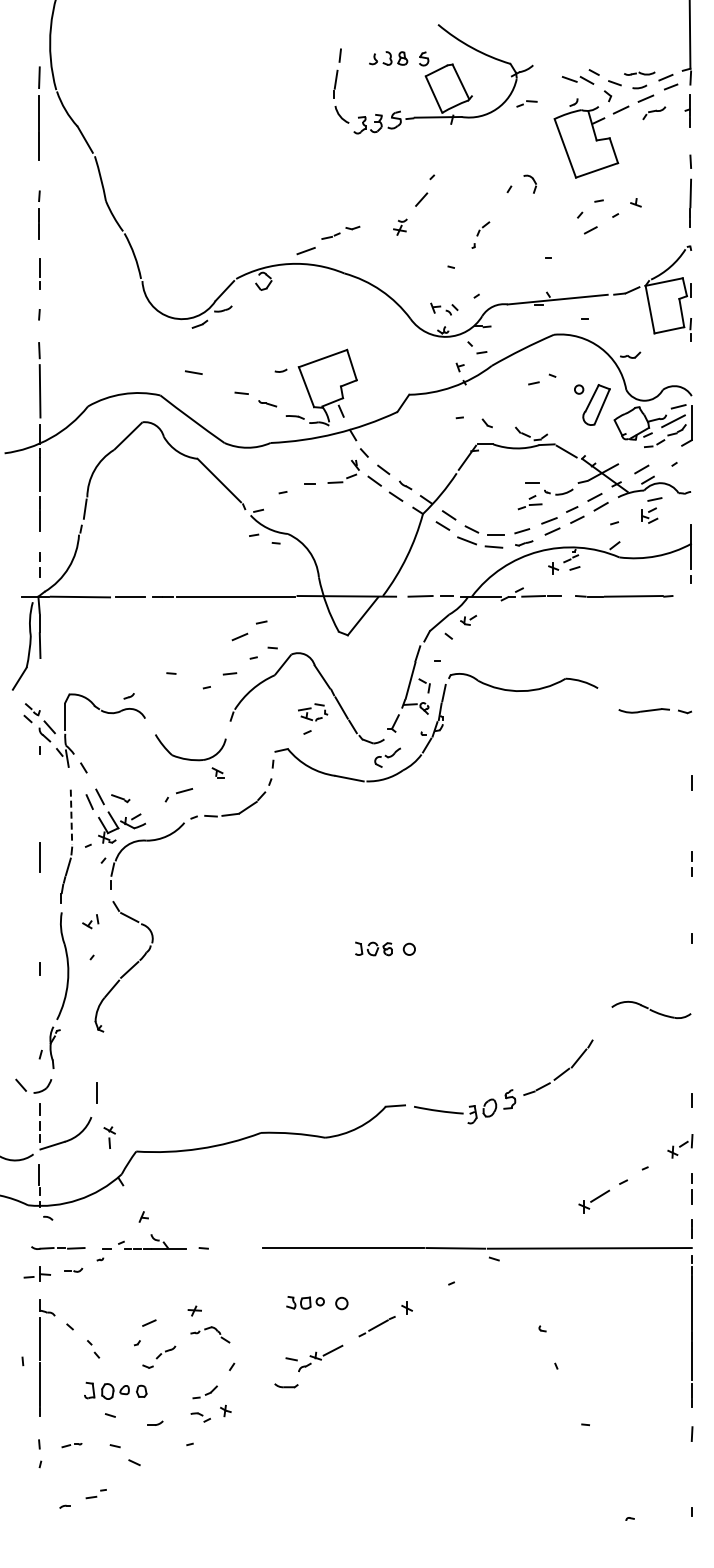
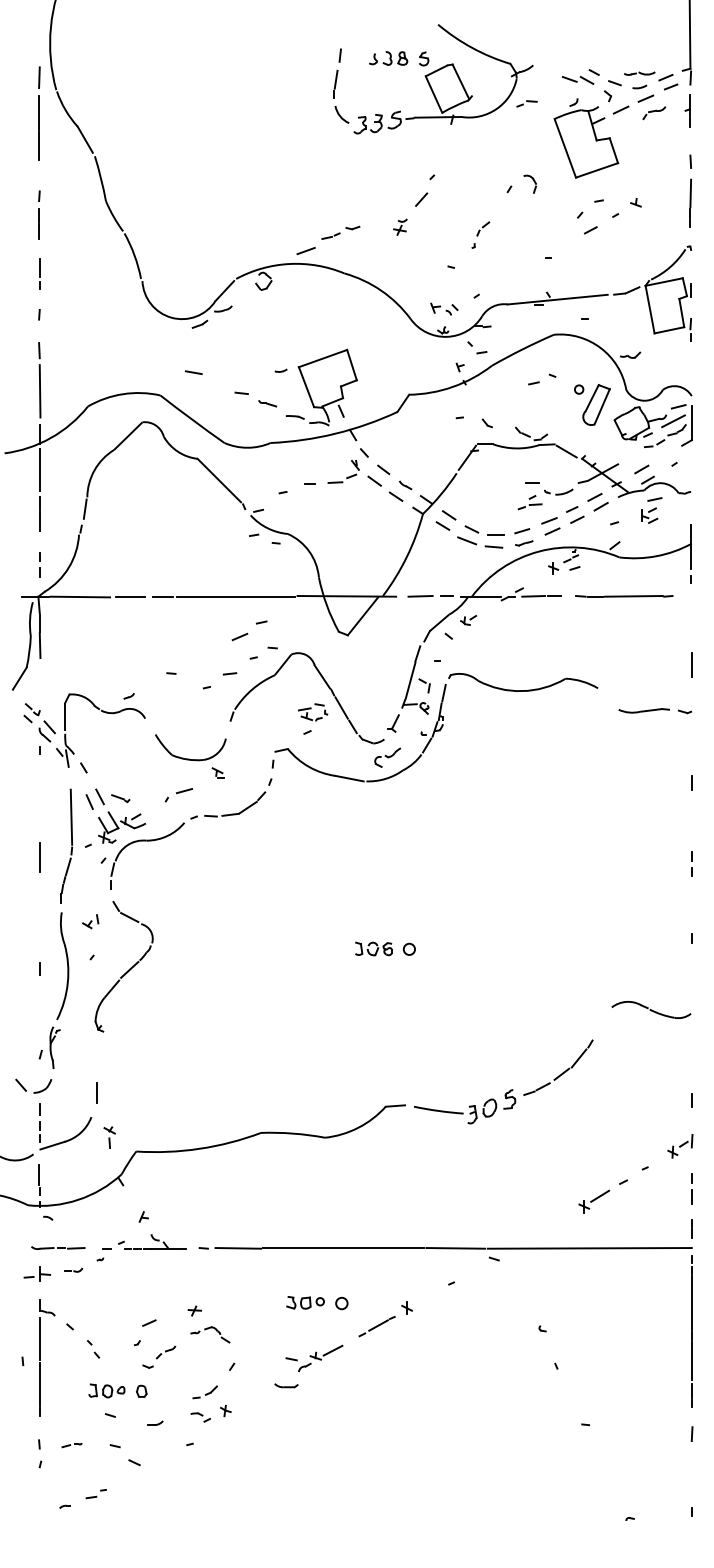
line at (691, 664): none -> present
line at (71, 817): dashed -> solid
line at (238, 1248): none -> present
part at (106, 1390) size: 46x19 px -> 38x16 px
